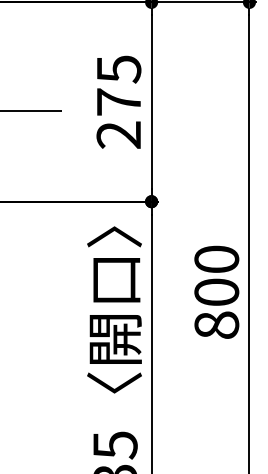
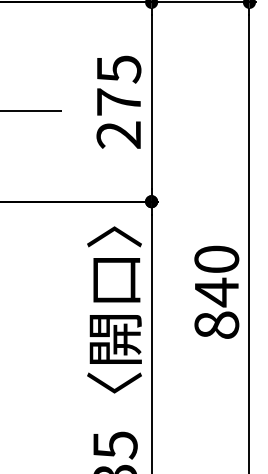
text at (216, 292): 800 -> 840
